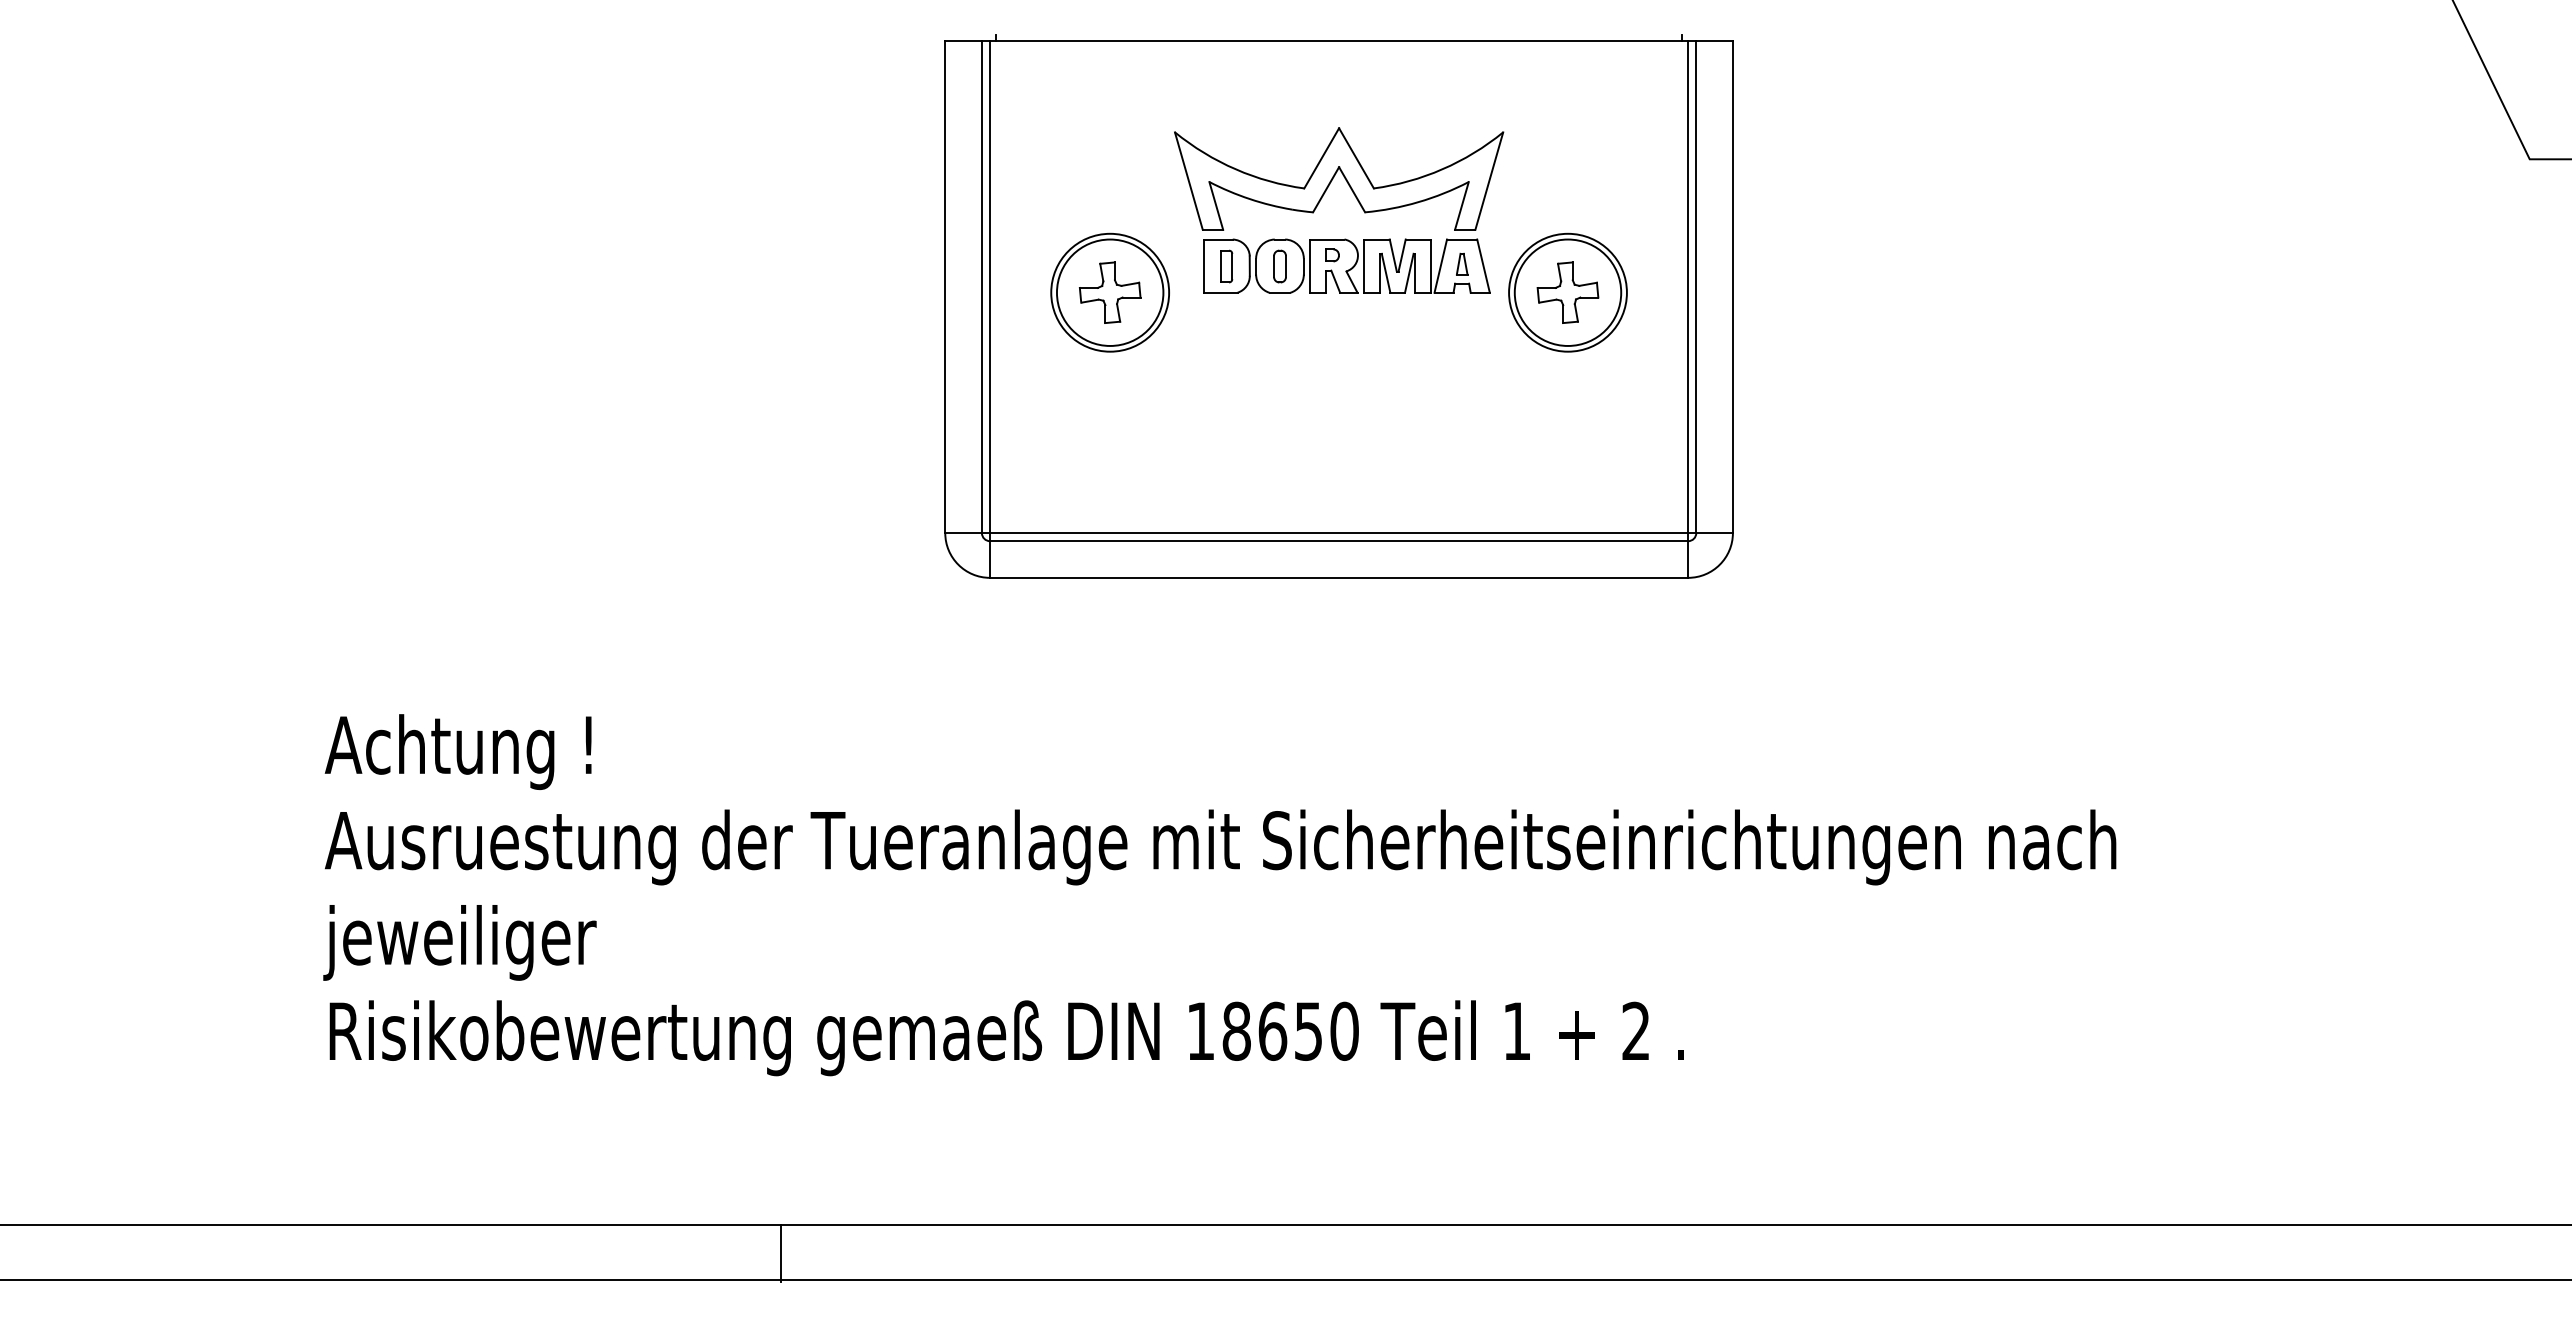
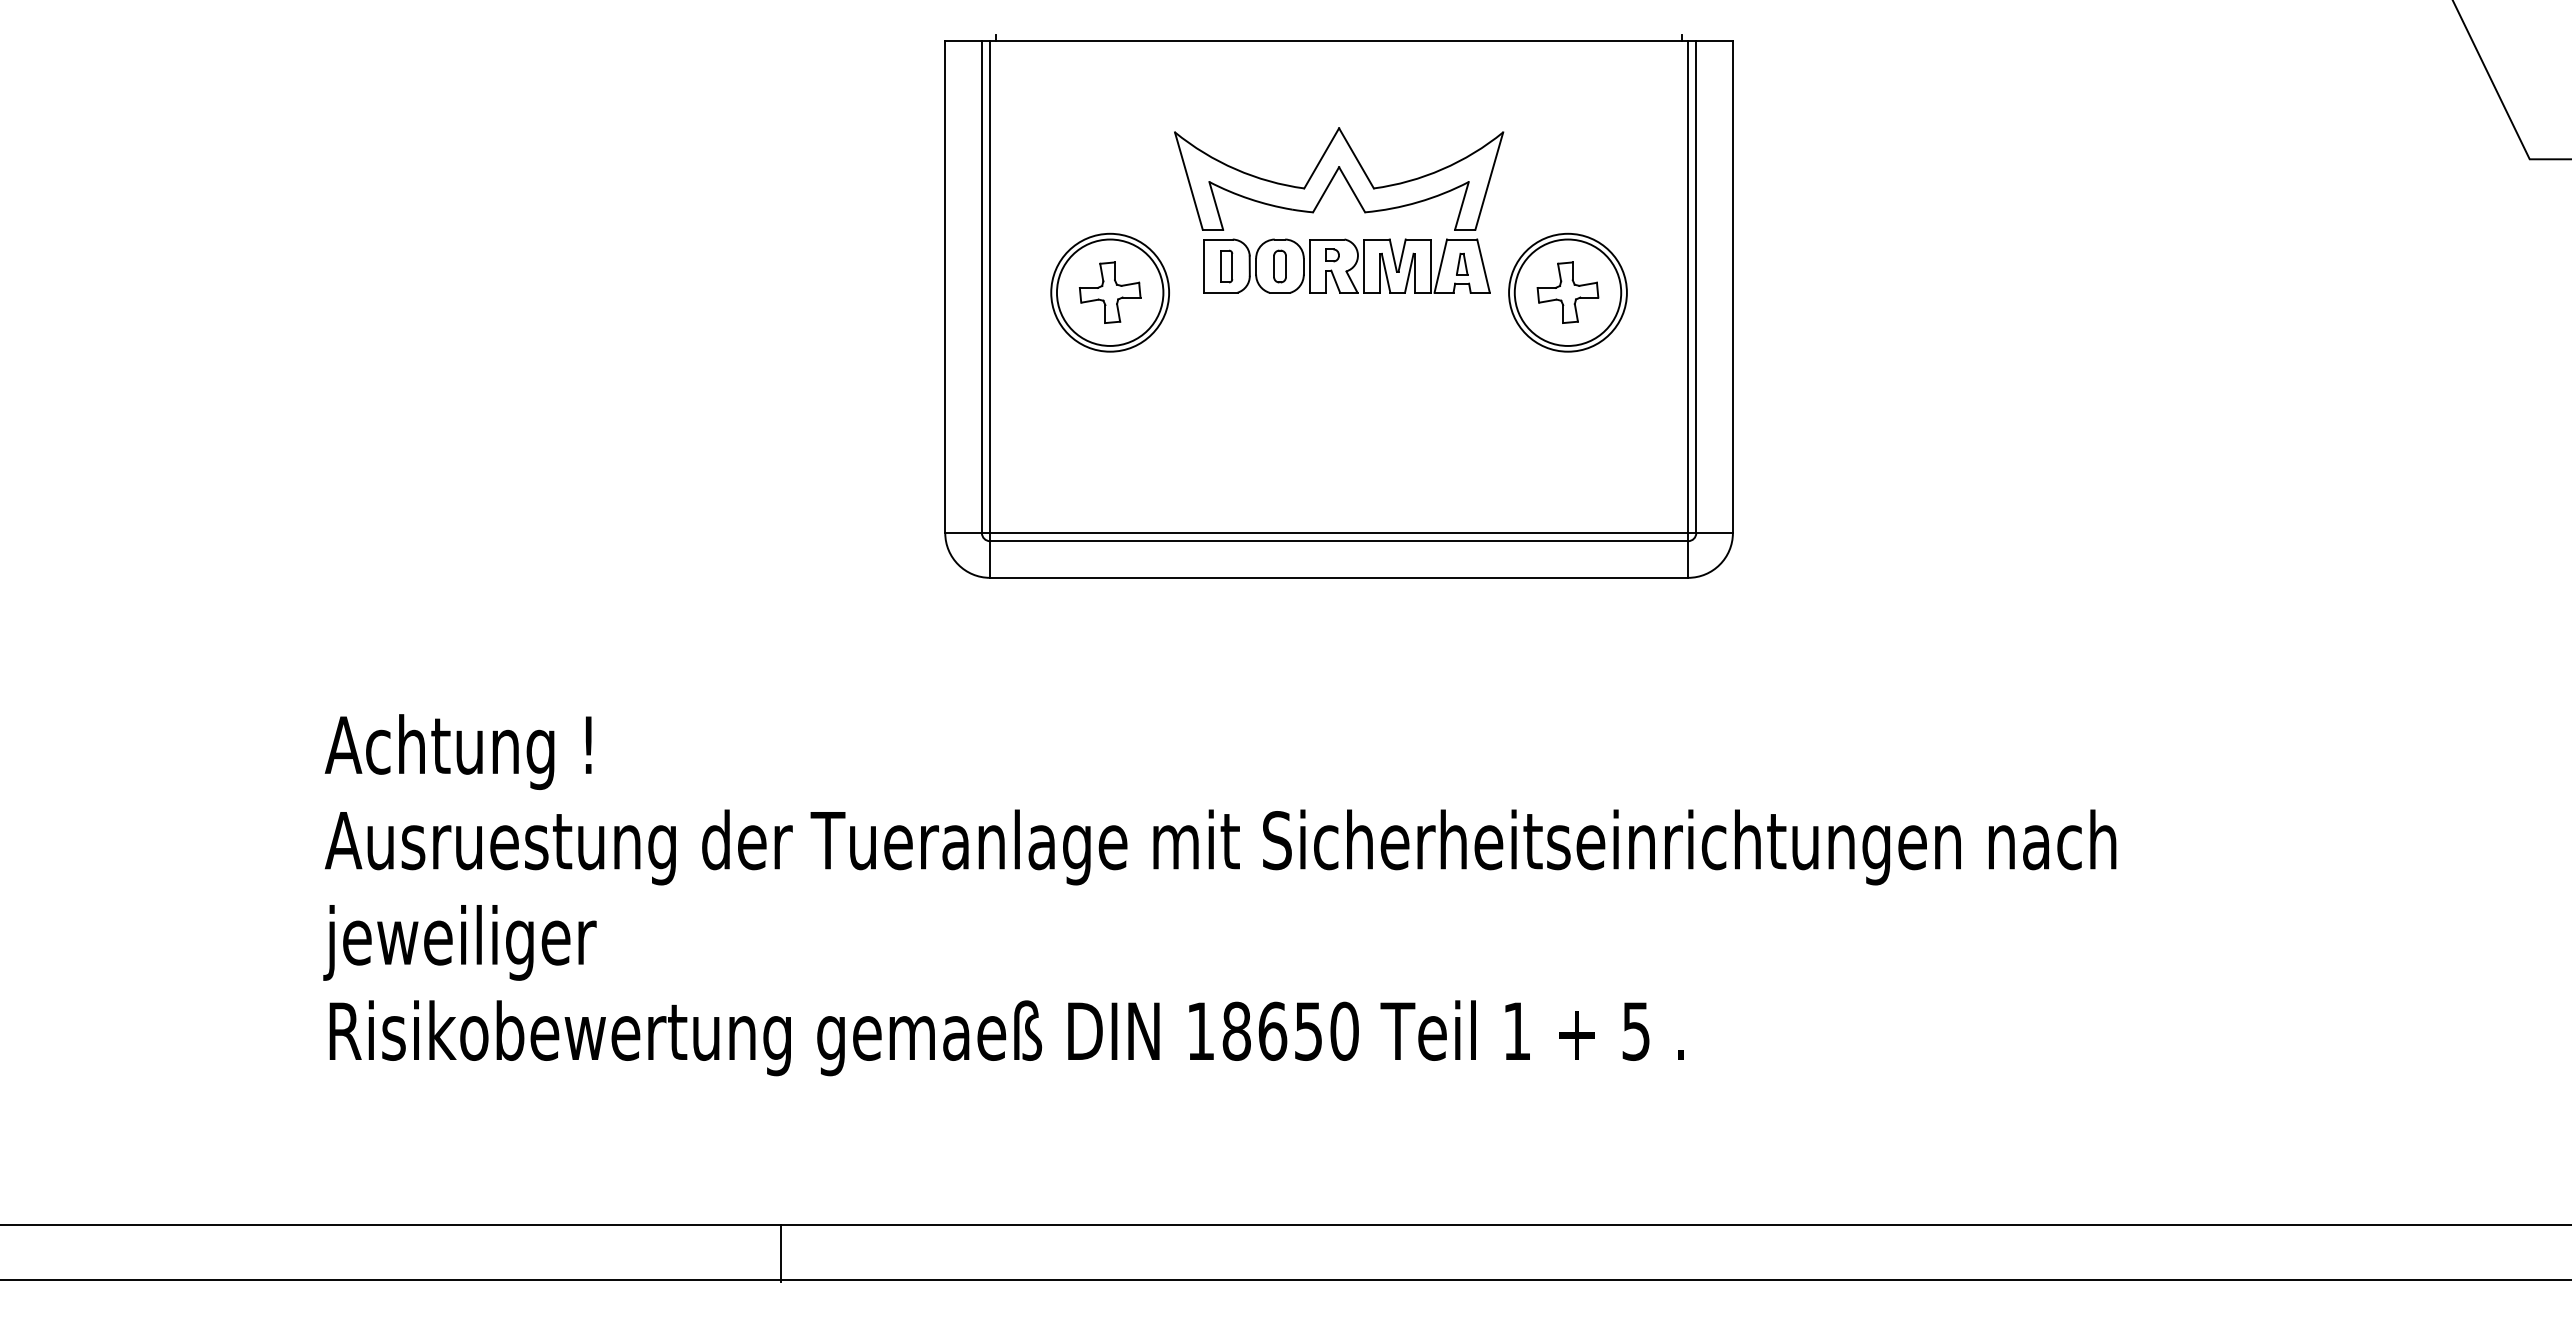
text at (1635, 1030): 2 -> 5
